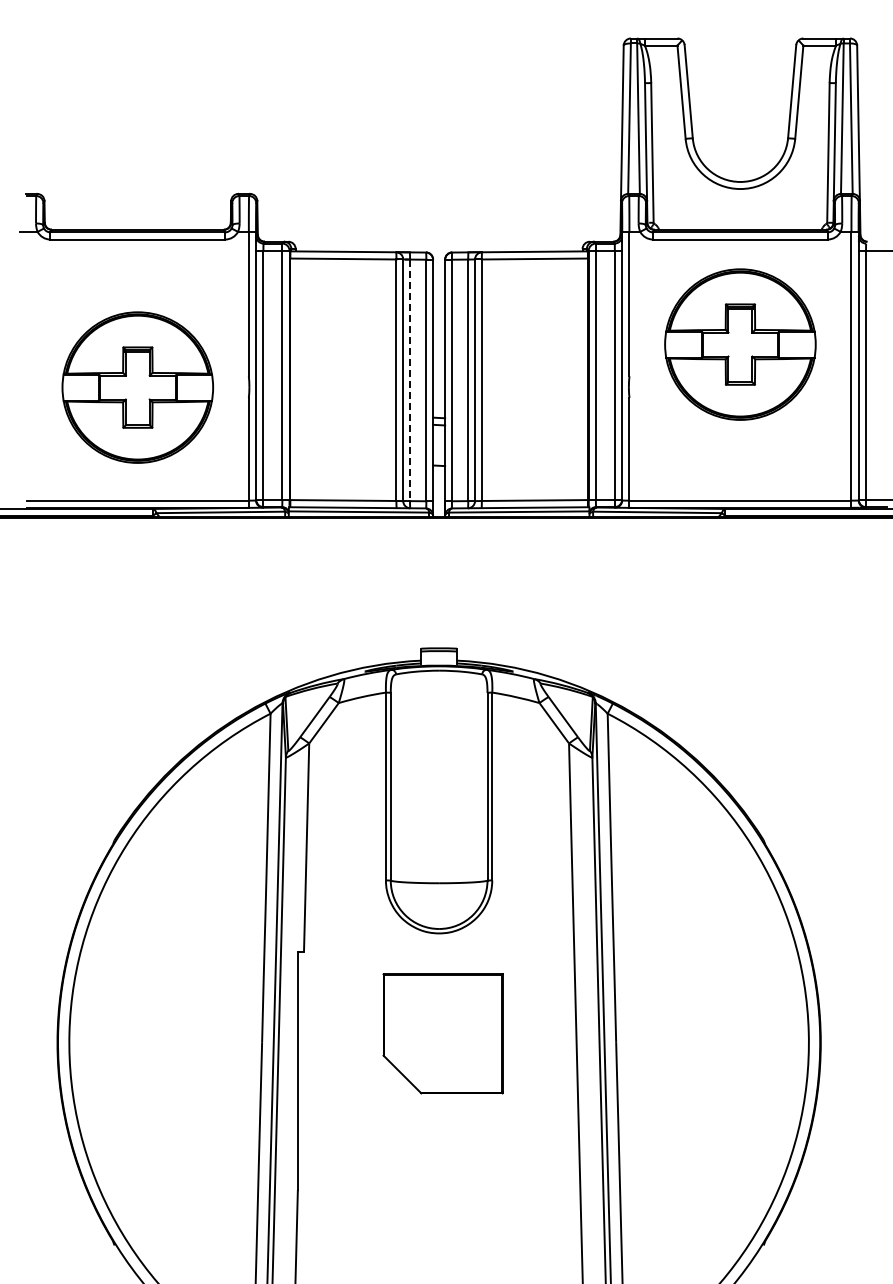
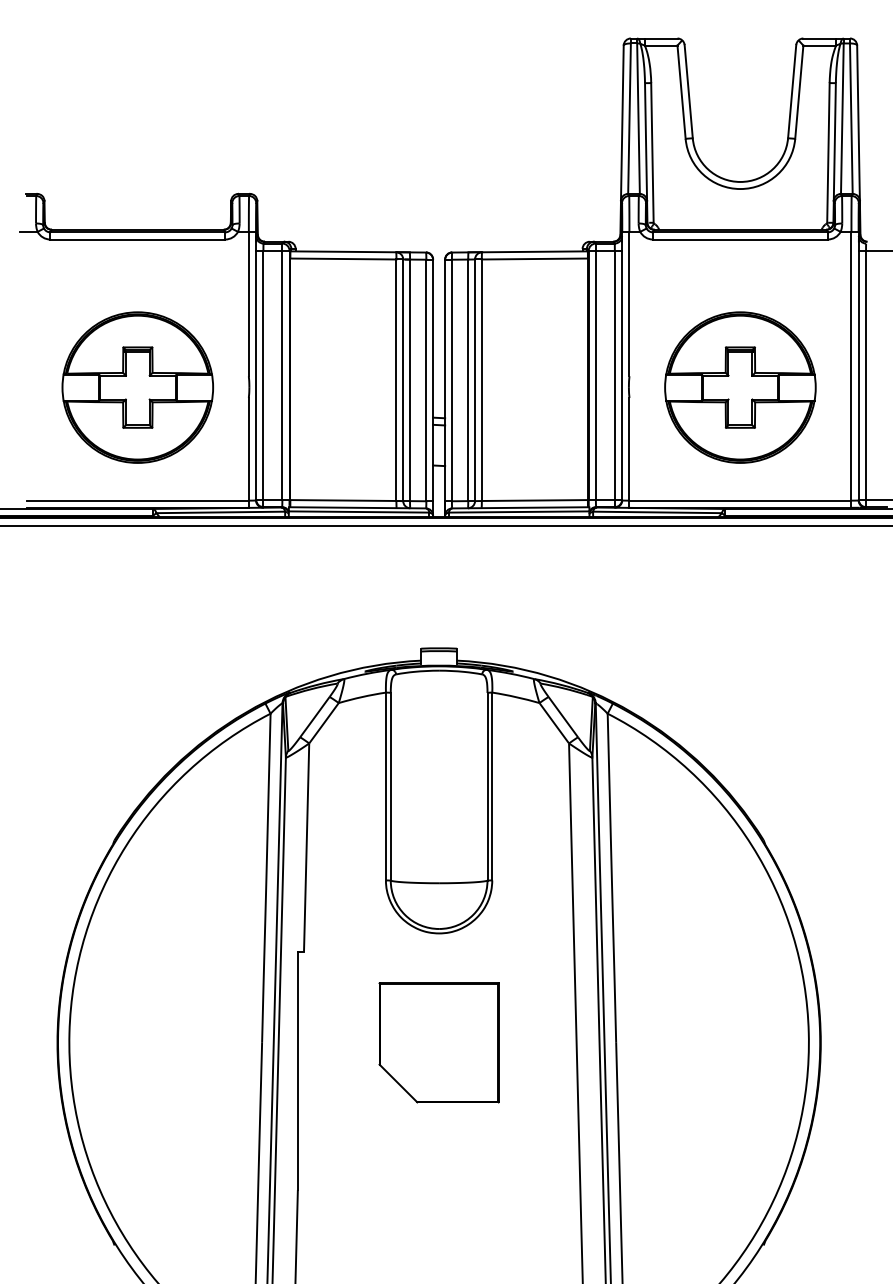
part at (740, 344) position: (740, 344) -> (740, 387)
line at (410, 380): dashed -> solid
line at (445, 525): none -> present
part at (442, 1033) position: (442, 1033) -> (438, 1042)
